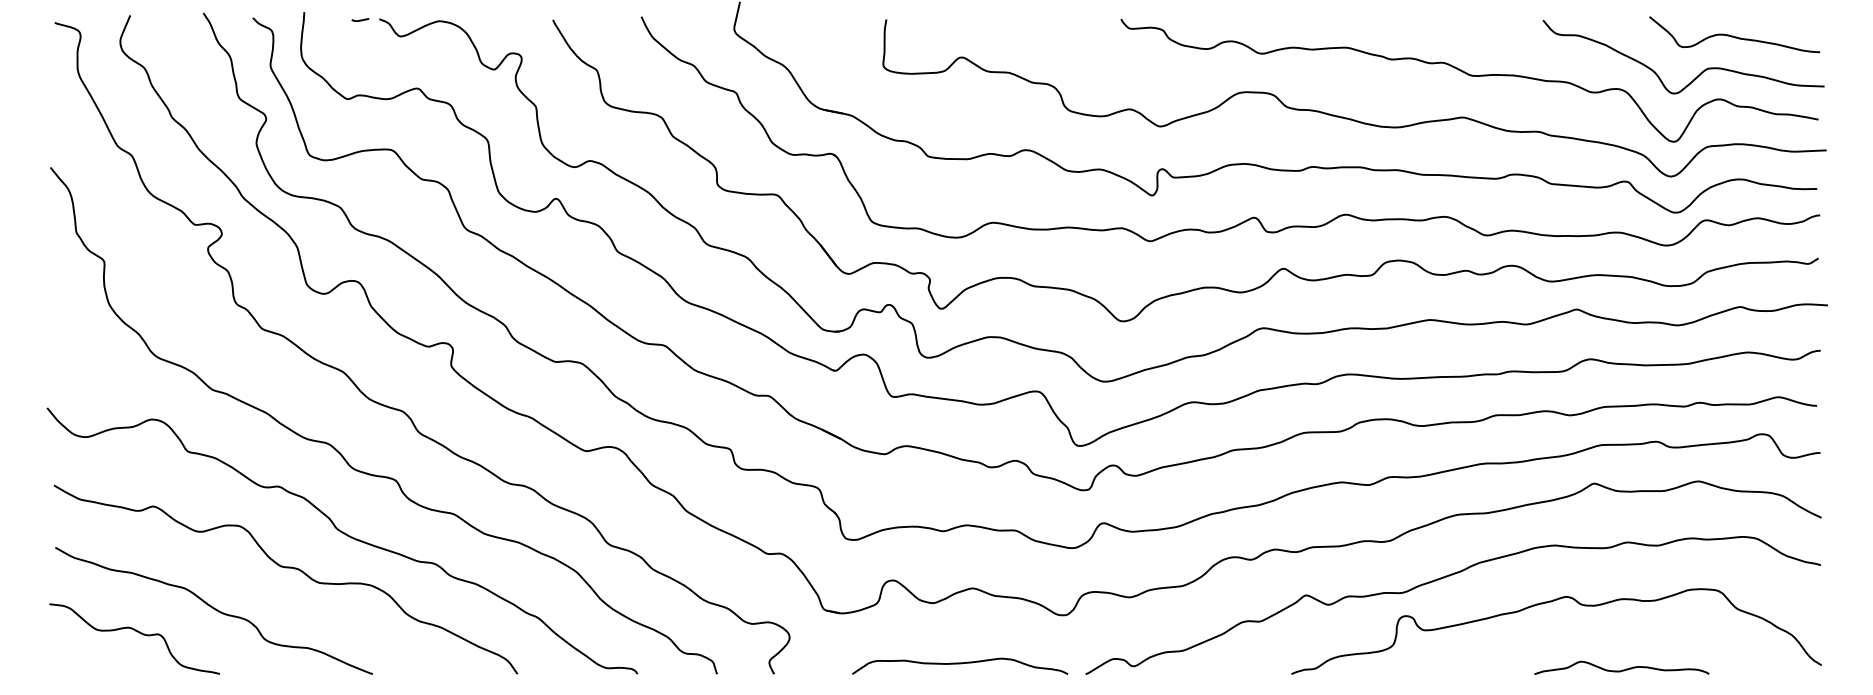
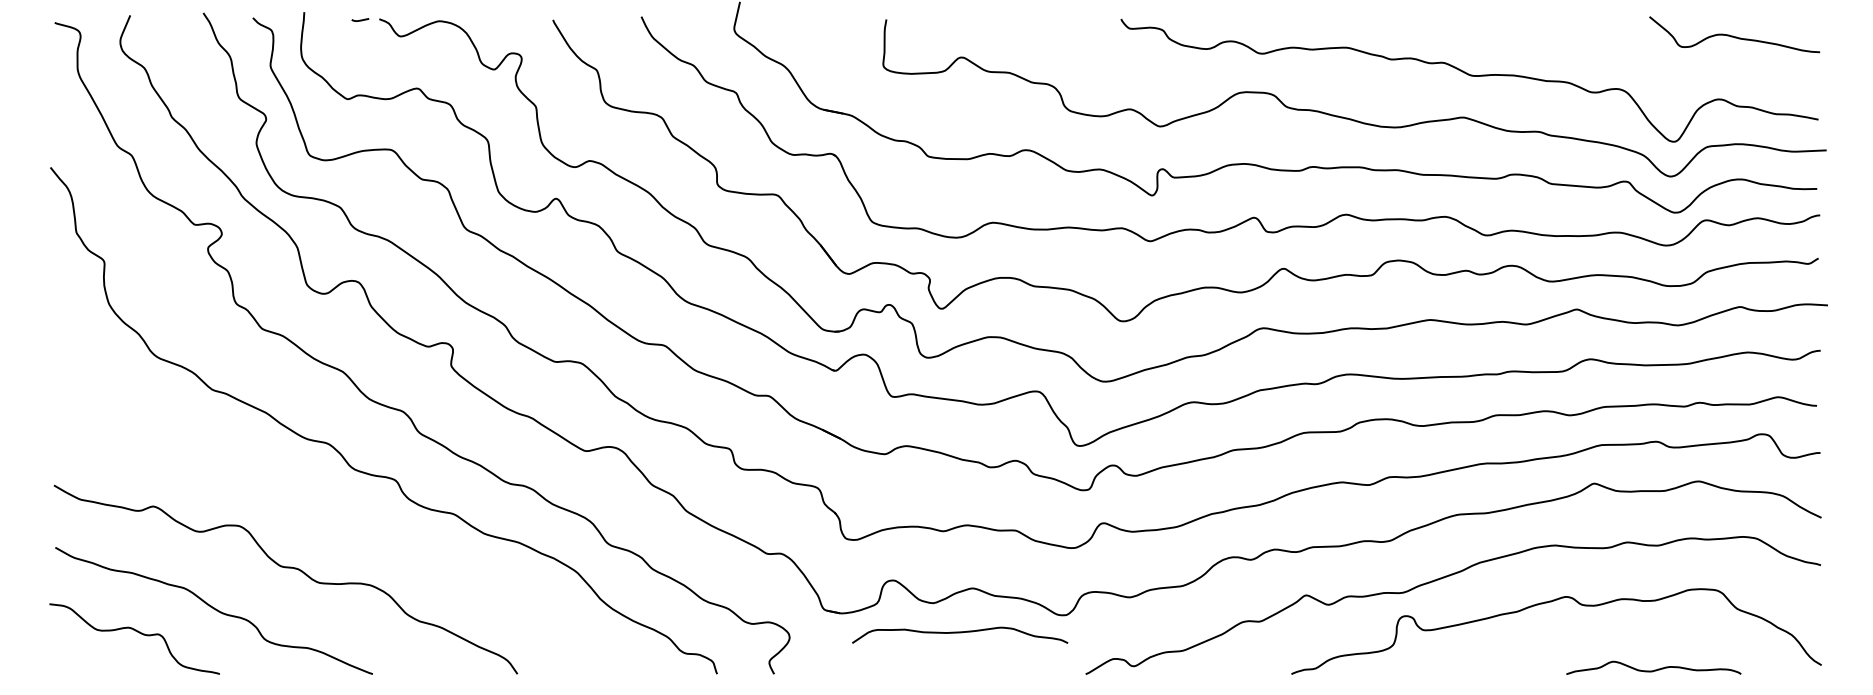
curve at (1699, 73): present -> none
curve at (345, 535): present -> none
curve at (960, 664) position: (960, 664) -> (960, 633)
curve at (1622, 669) position: (1622, 669) -> (1654, 669)
